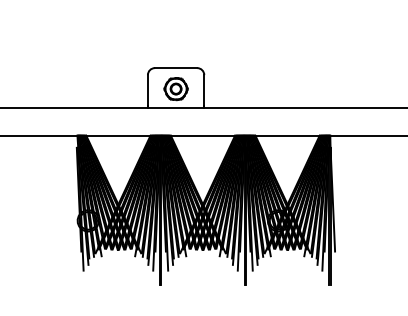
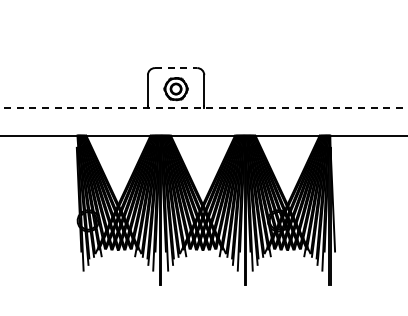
line at (176, 68): solid -> dashed
line at (204, 107): solid -> dashed
